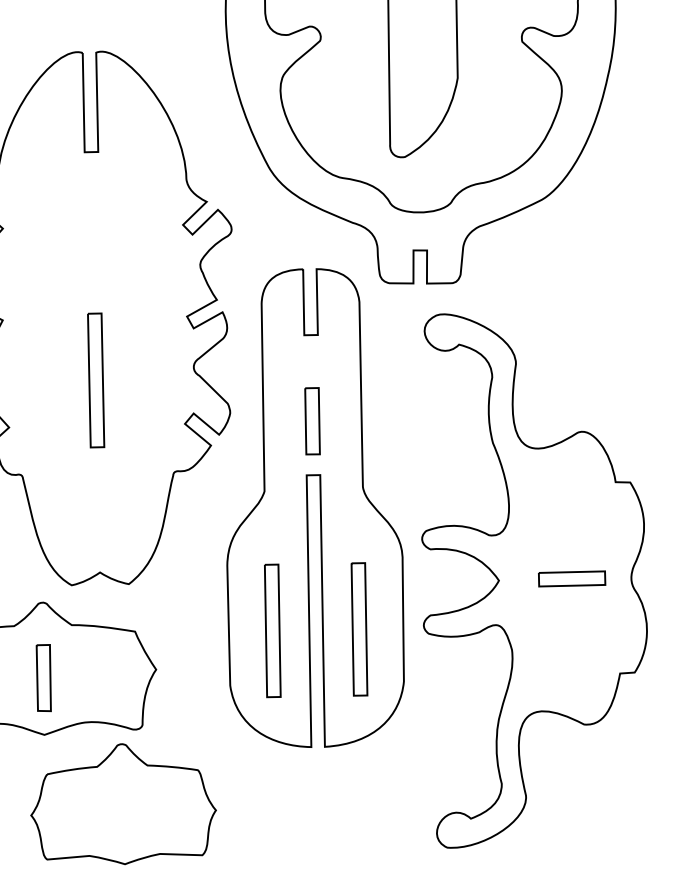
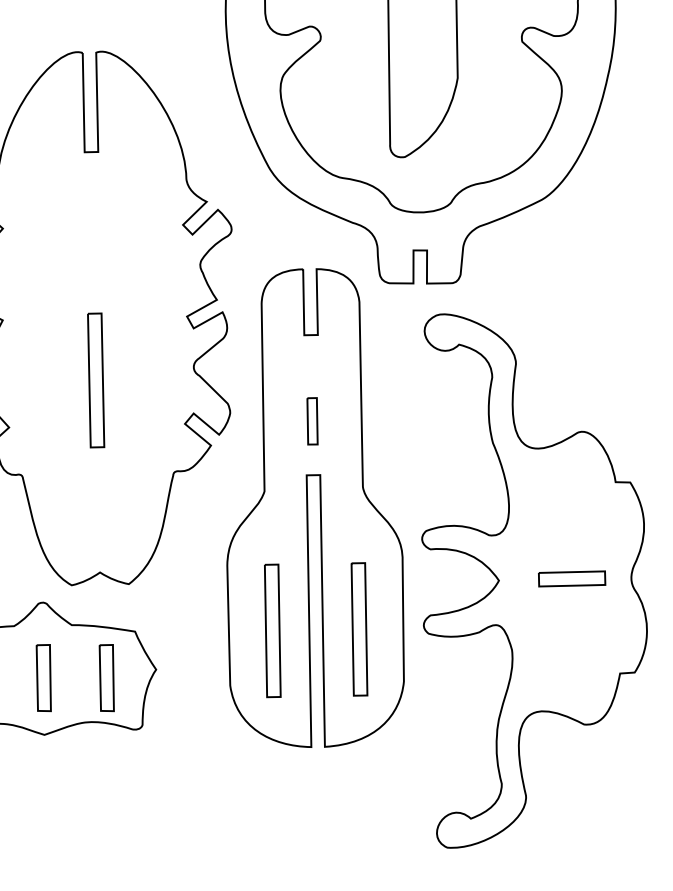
part at (312, 421) size: 17x69 px -> 13x49 px
part at (106, 678): none -> present
part at (123, 804): present -> none
